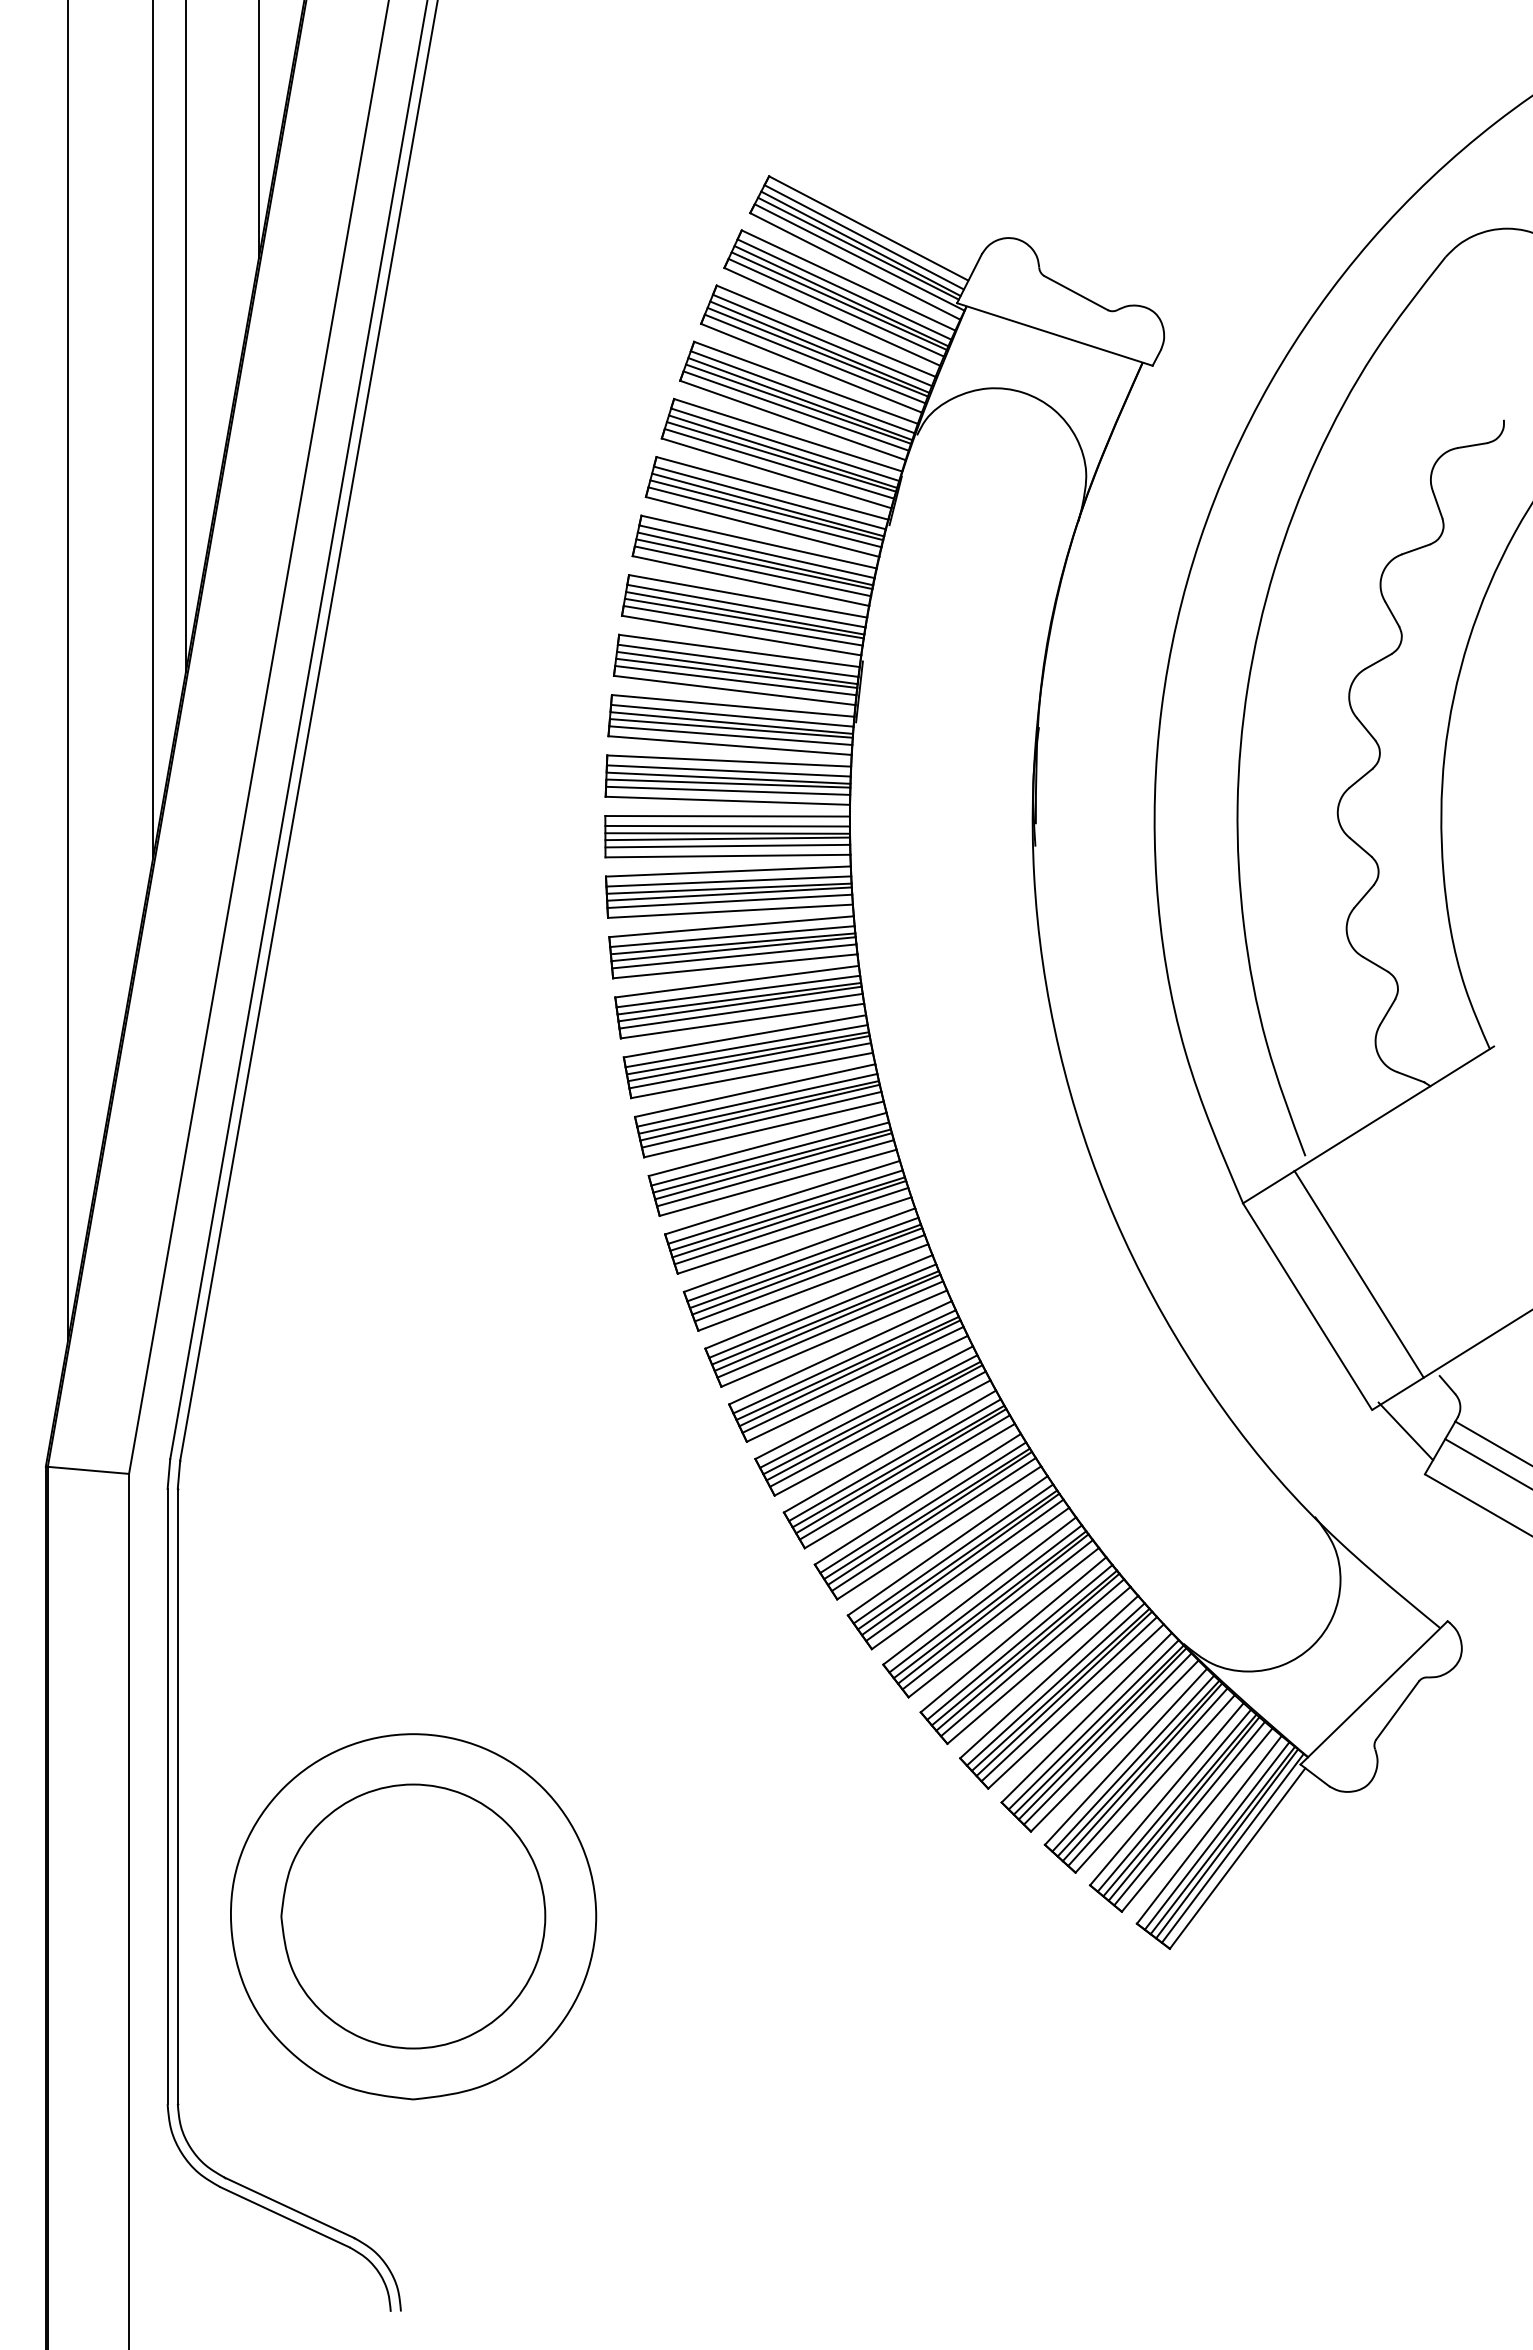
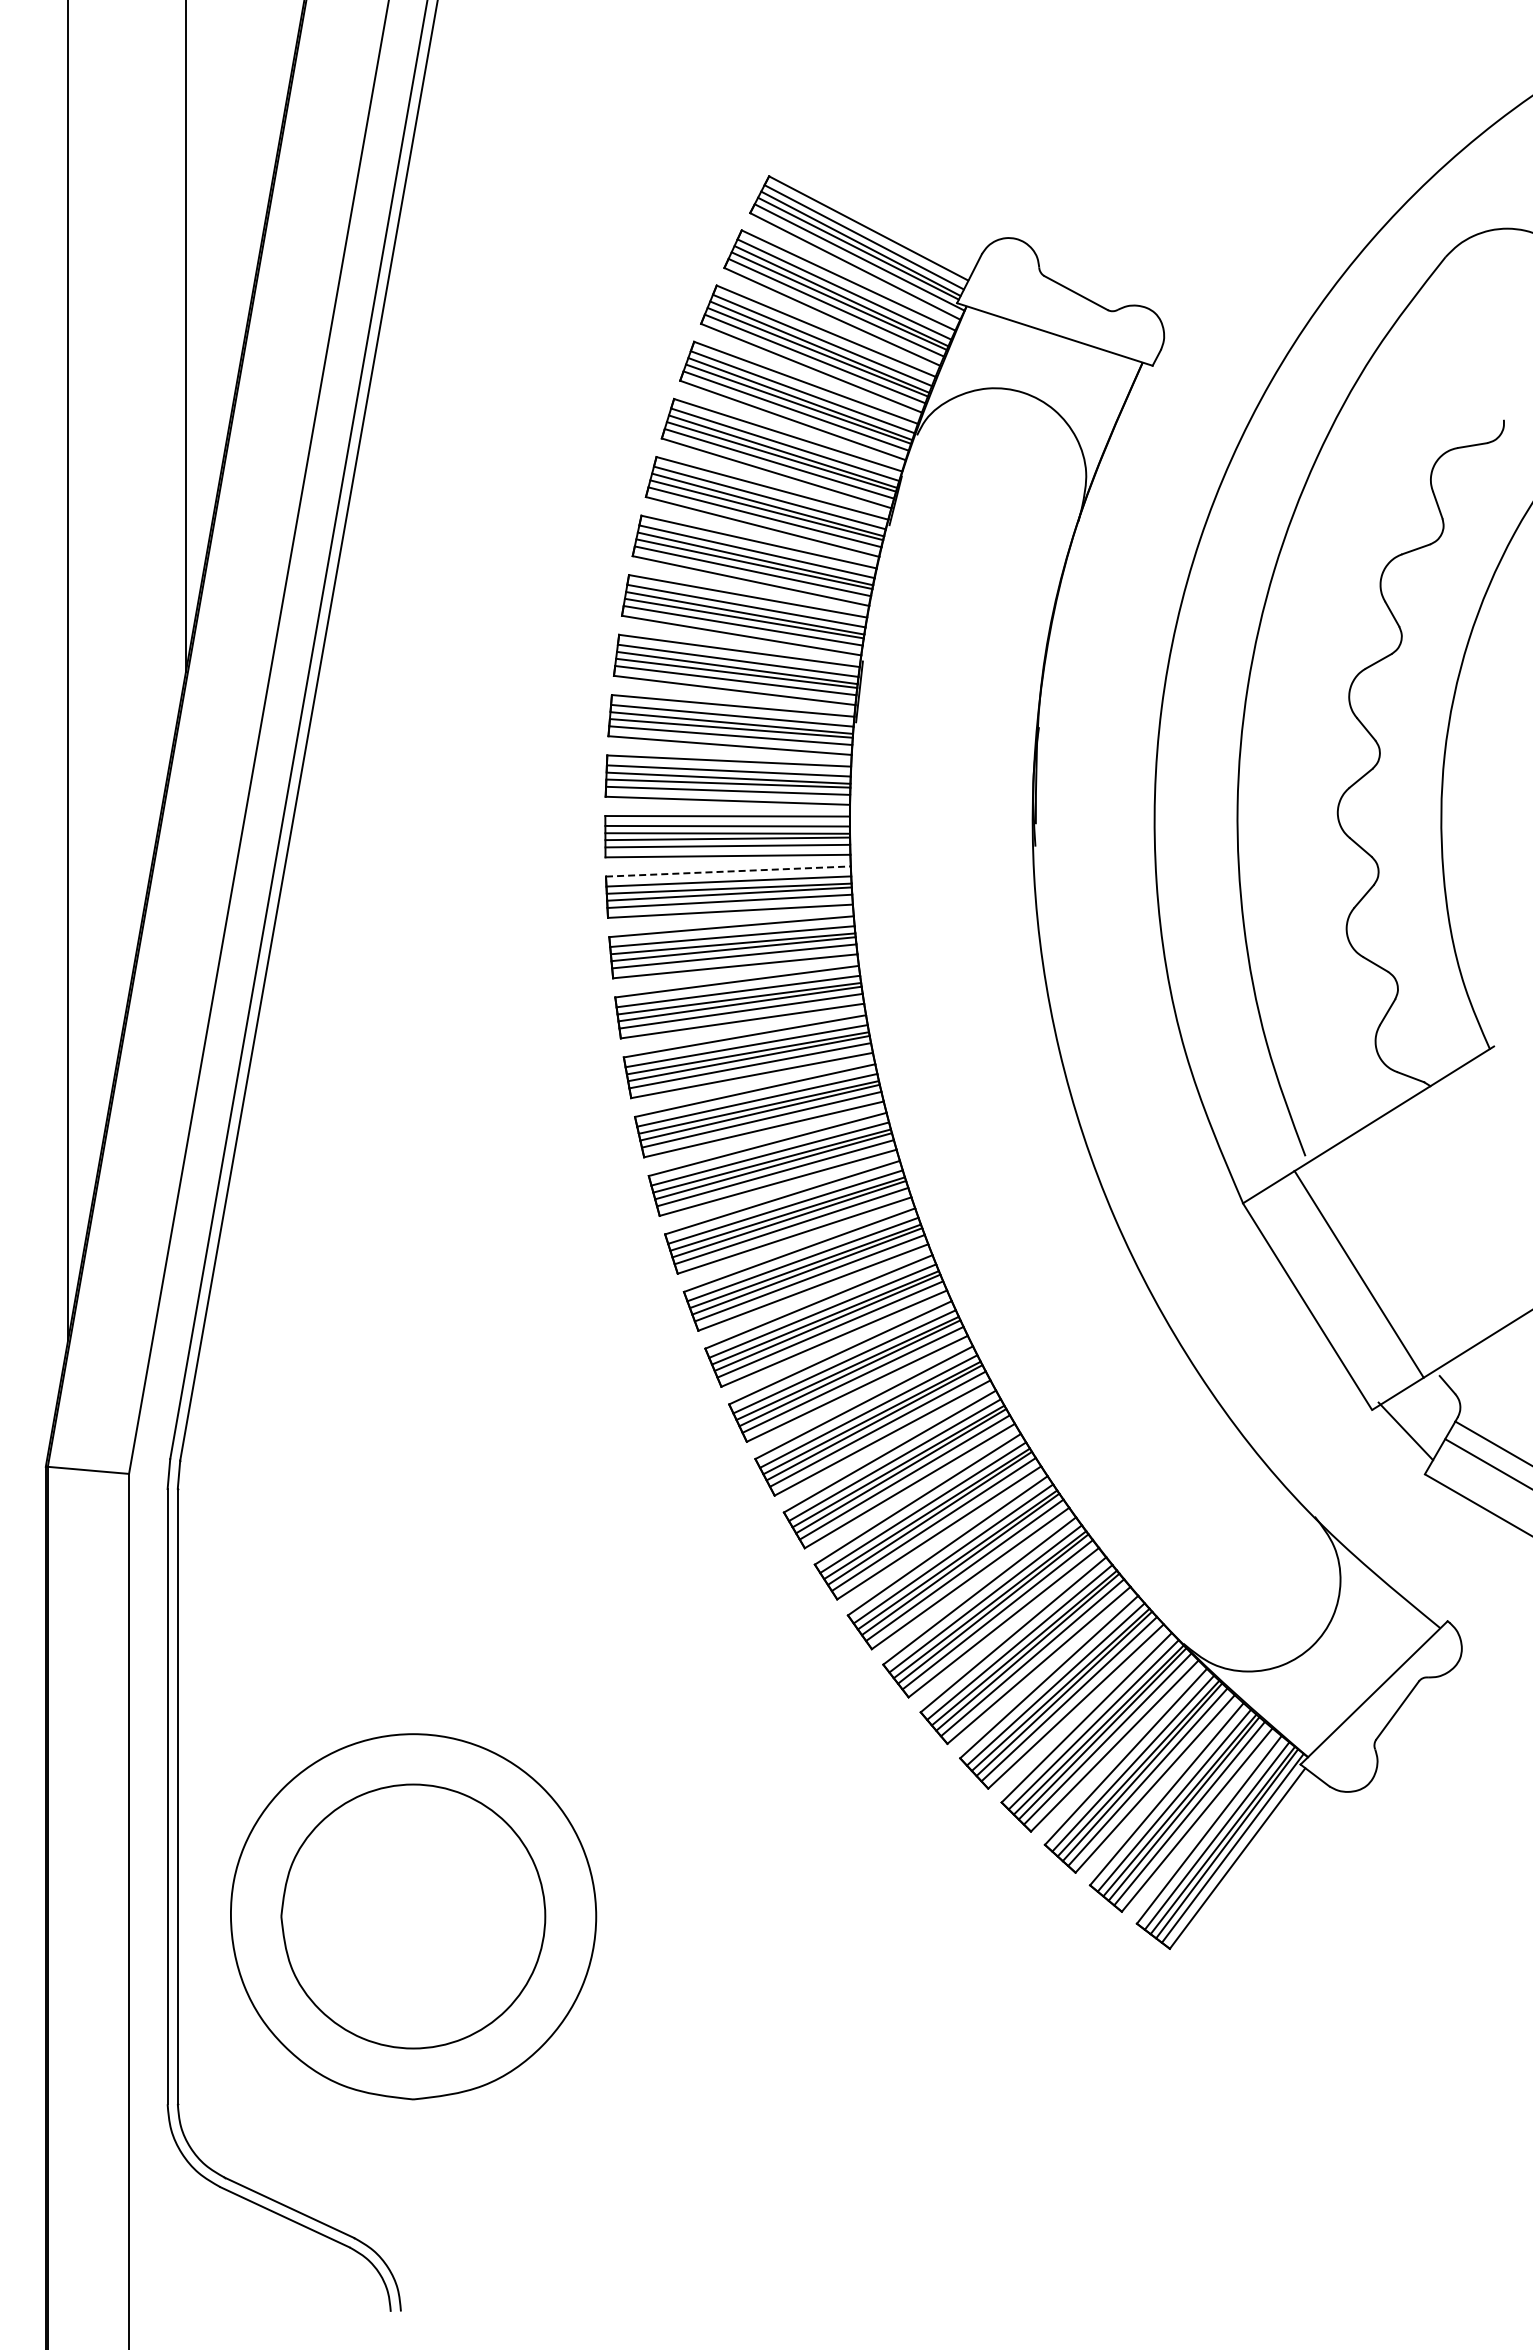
line at (259, 129): present -> none
line at (153, 429): present -> none
line at (728, 871): solid -> dashed
